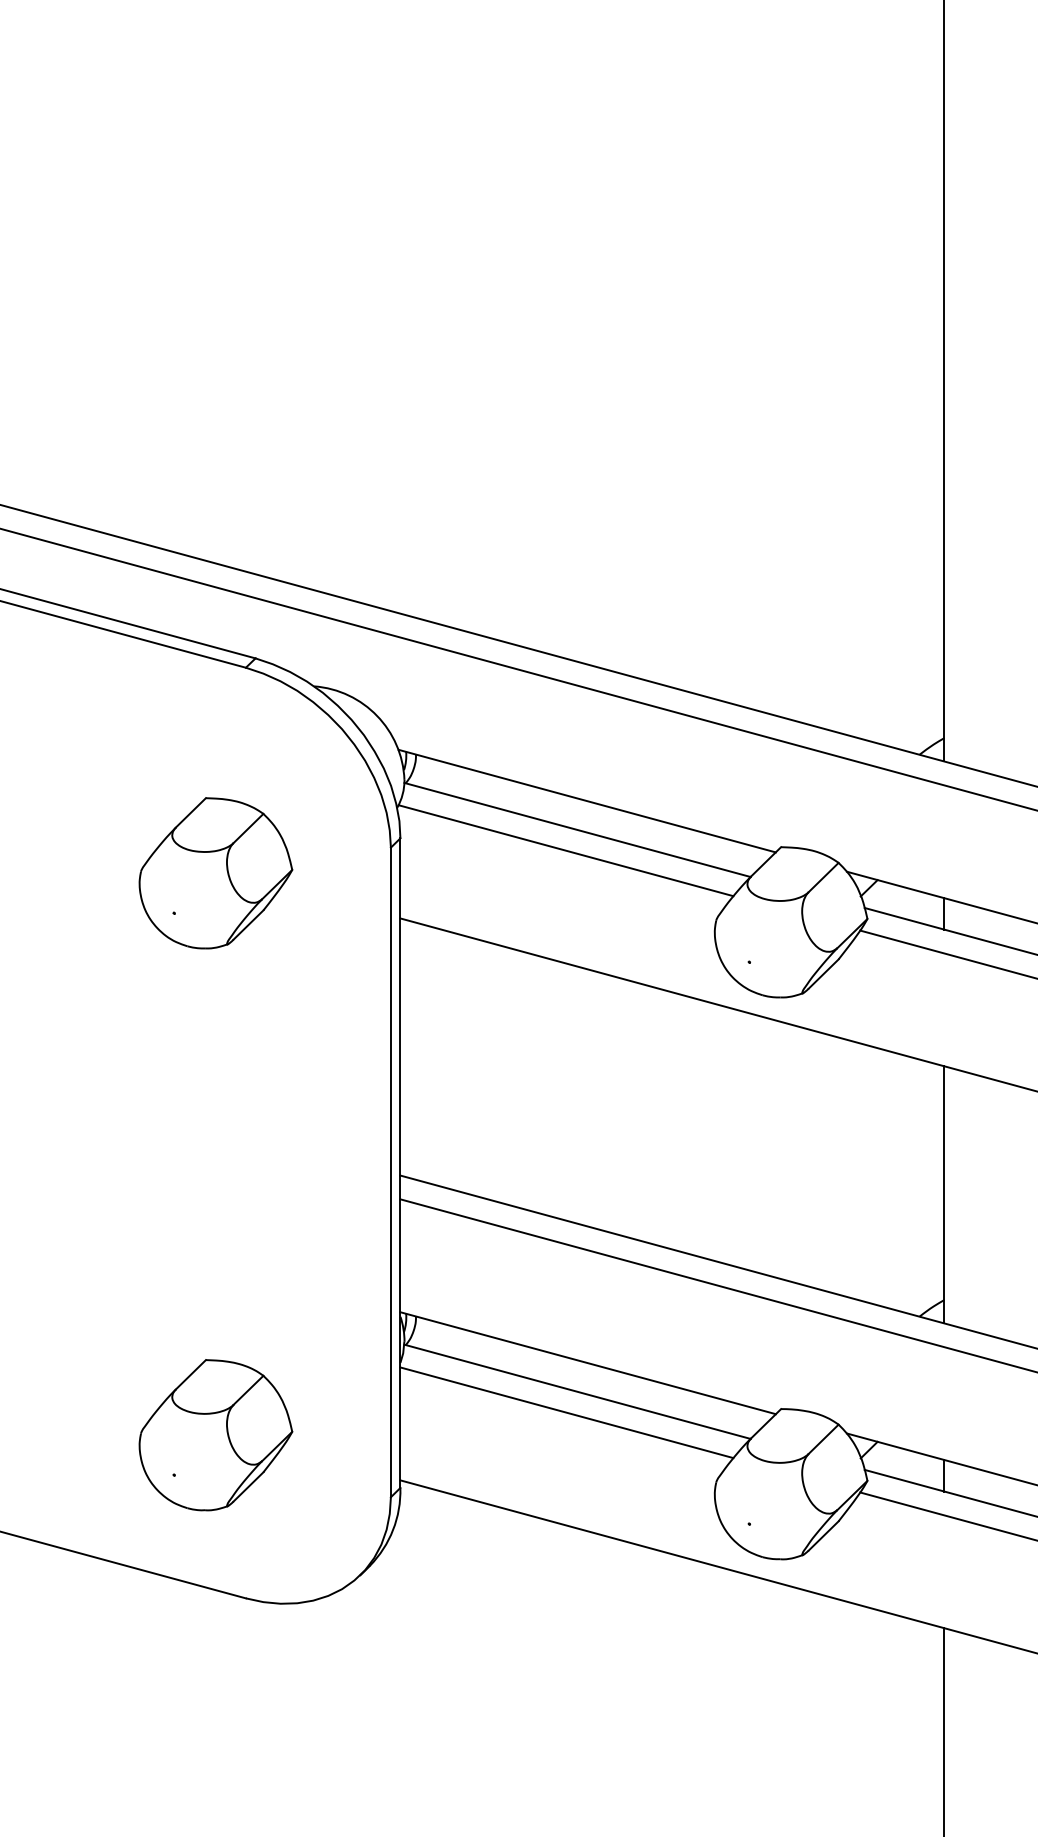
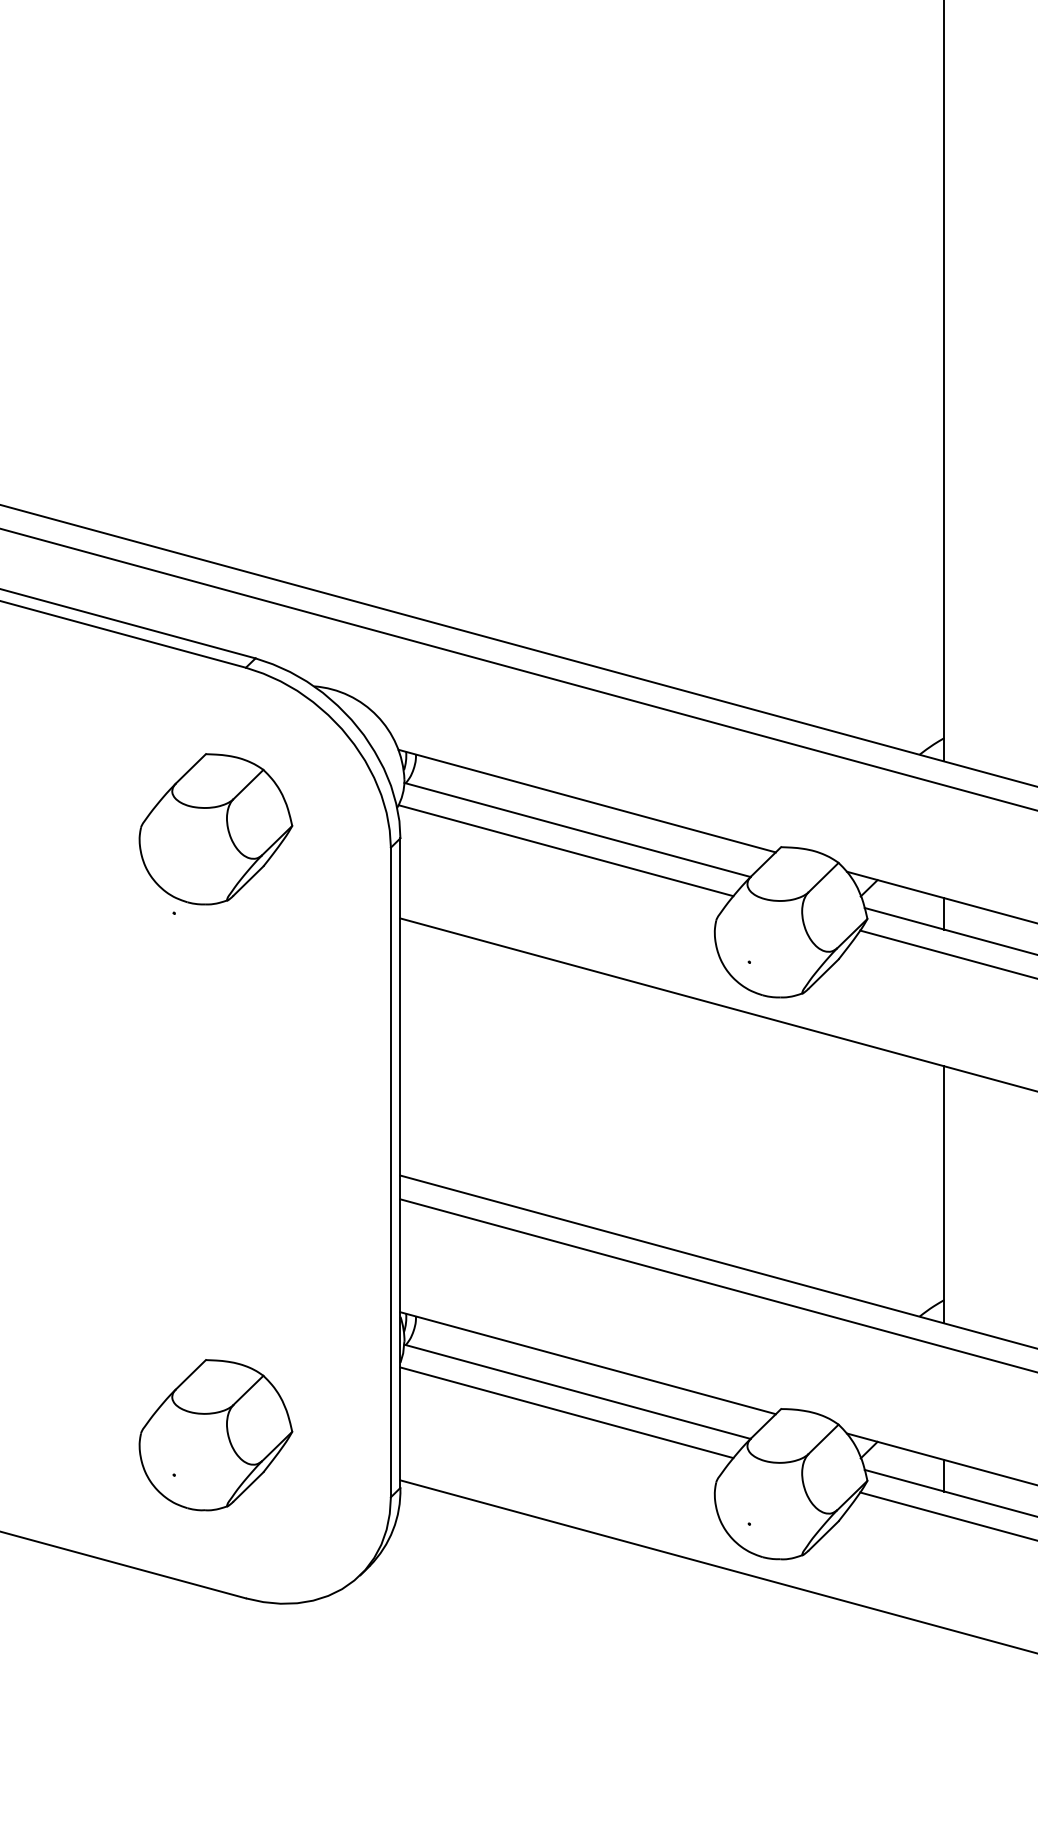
part at (215, 873) position: (215, 873) -> (215, 829)
line at (944, 1730): present -> none
